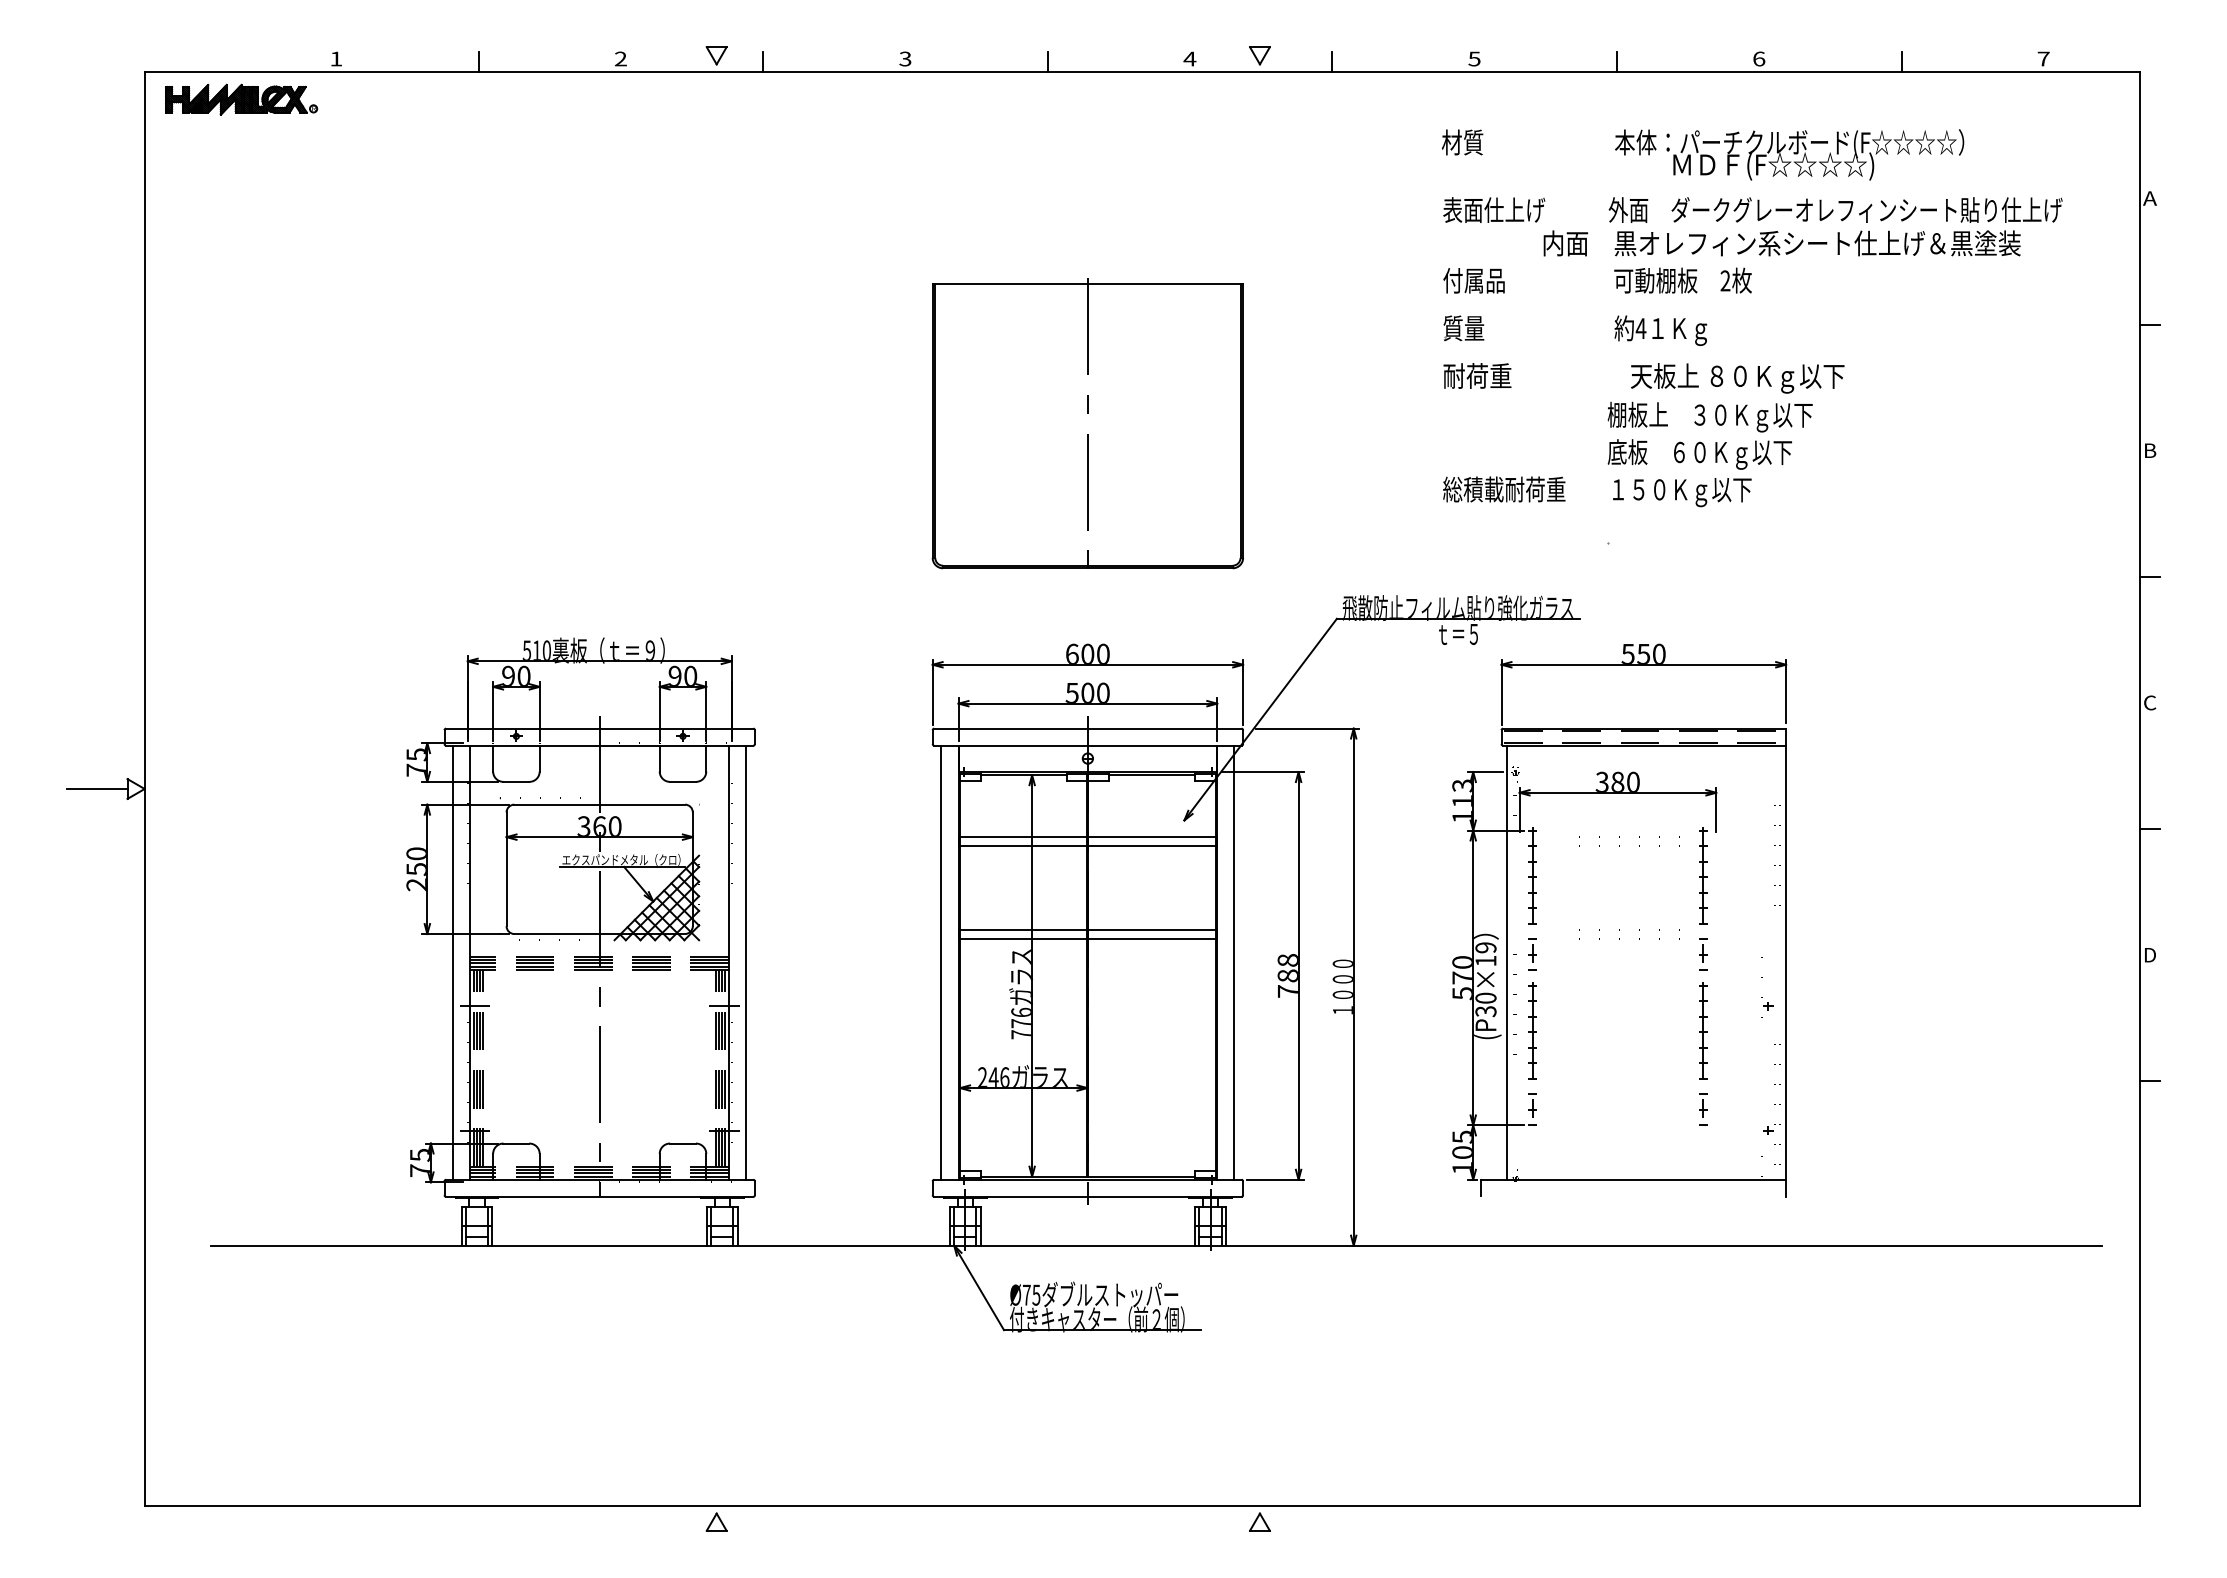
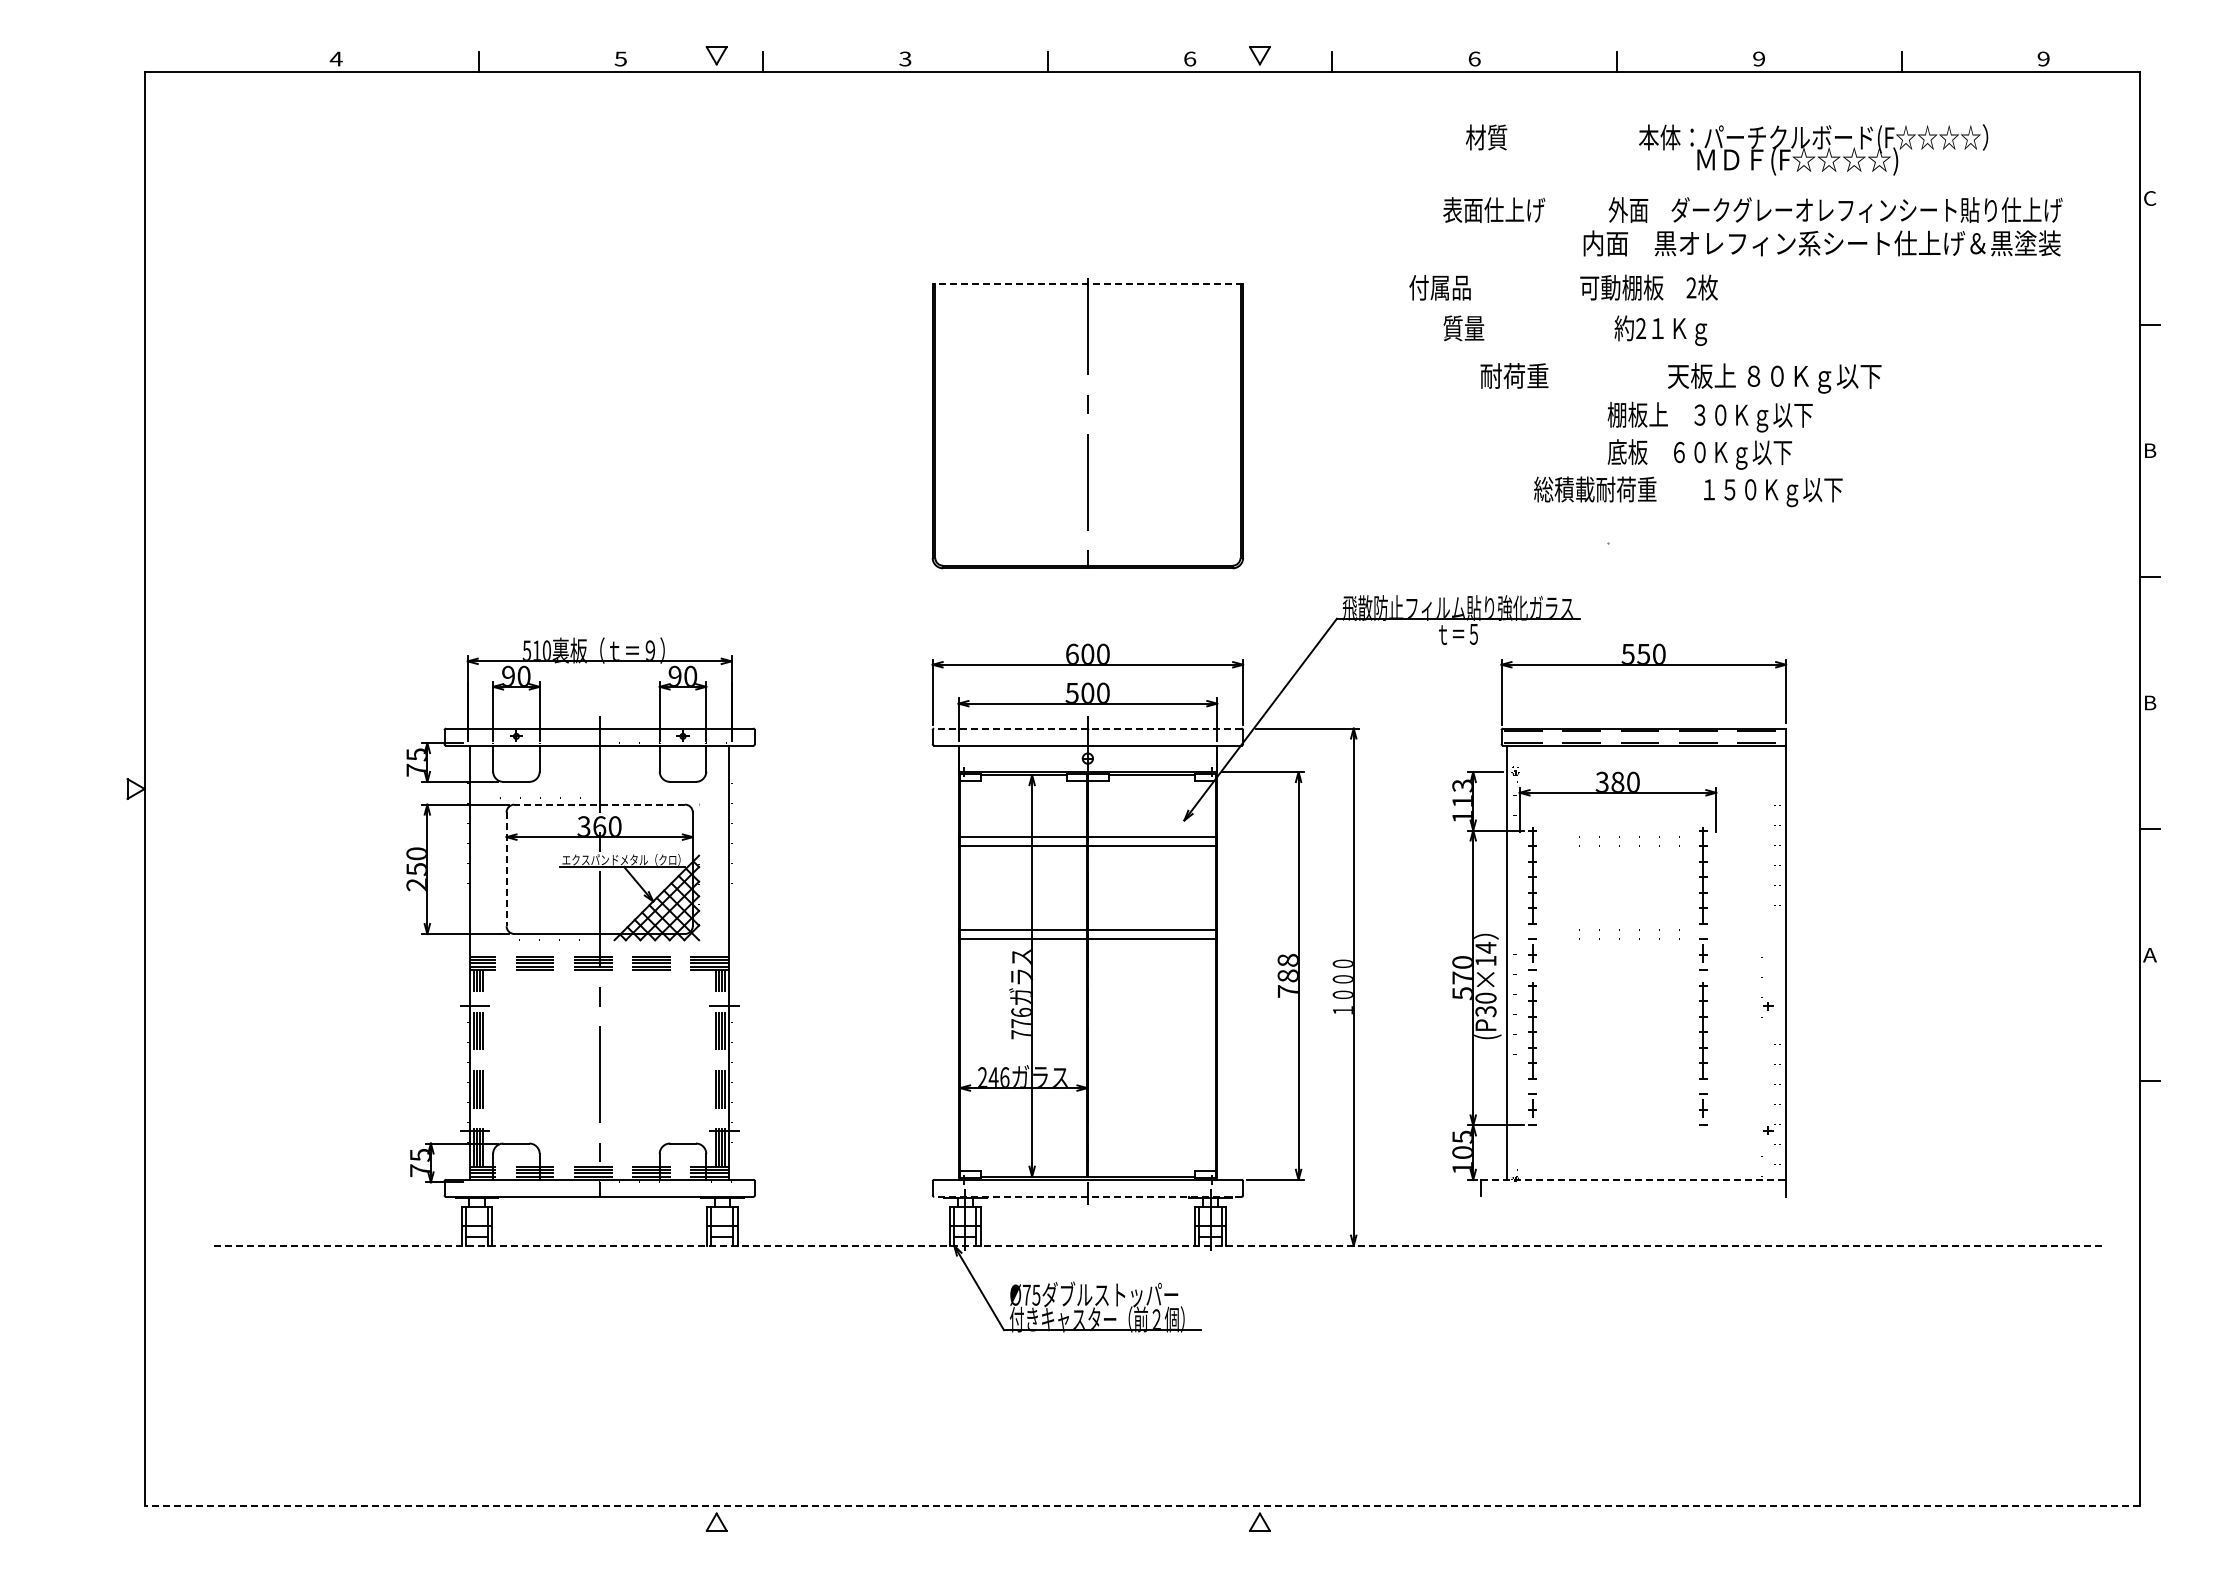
text at (335, 58): 1 -> 4
text at (620, 58): 2 -> 5
text at (1189, 58): 4 -> 6
text at (1474, 58): 5 -> 6
text at (1759, 58): 6 -> 9
text at (2043, 58): 7 -> 9
part at (241, 99): present -> none
text at (1703, 154) position: (1703, 154) -> (1727, 149)
text at (2149, 198): A -> C
text at (1781, 243) position: (1781, 243) -> (1821, 243)
text at (1597, 280) position: (1597, 280) -> (1563, 287)
line at (1087, 283): solid -> dashed
text at (1640, 328): 4 -> 2
text at (1643, 378) position: (1643, 378) -> (1680, 378)
text at (1597, 491) position: (1597, 491) -> (1688, 491)
text at (2150, 702): C -> B
line at (1087, 728): solid -> dashed
line at (96, 789): present -> none
line at (599, 804): solid -> dashed
line at (506, 869): solid -> dashed
text at (1485, 947): (P30×19 -> (P30×14
text at (2149, 955): D -> A
line at (453, 962): present -> none
line at (746, 962): present -> none
line at (941, 962): present -> none
line at (1234, 962): present -> none
line at (1634, 1179): solid -> dashed
line at (1087, 1196): solid -> dashed
line at (1156, 1245): solid -> dashed
line at (1141, 1505): solid -> dashed
